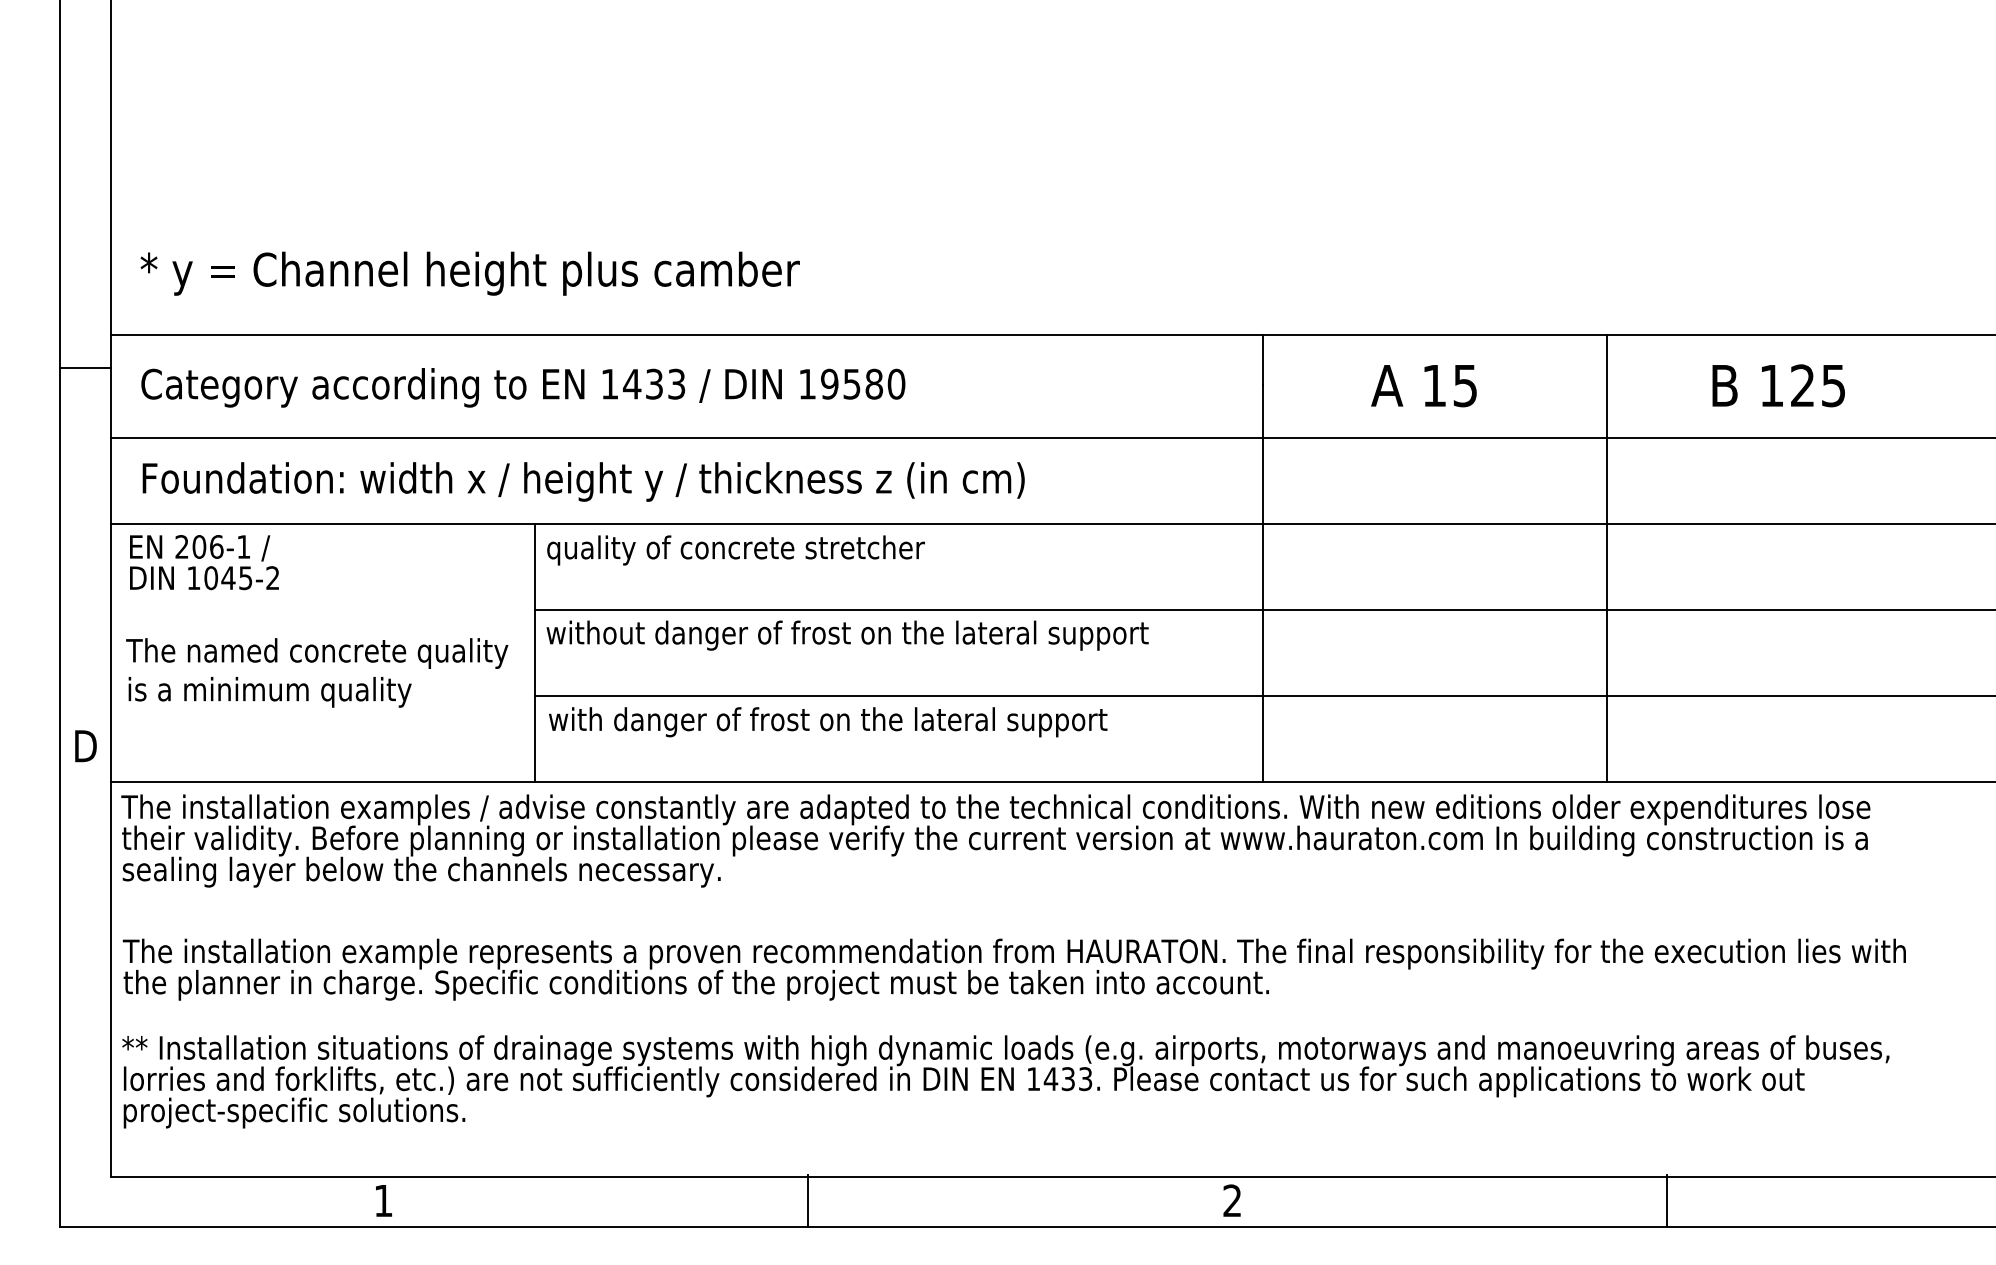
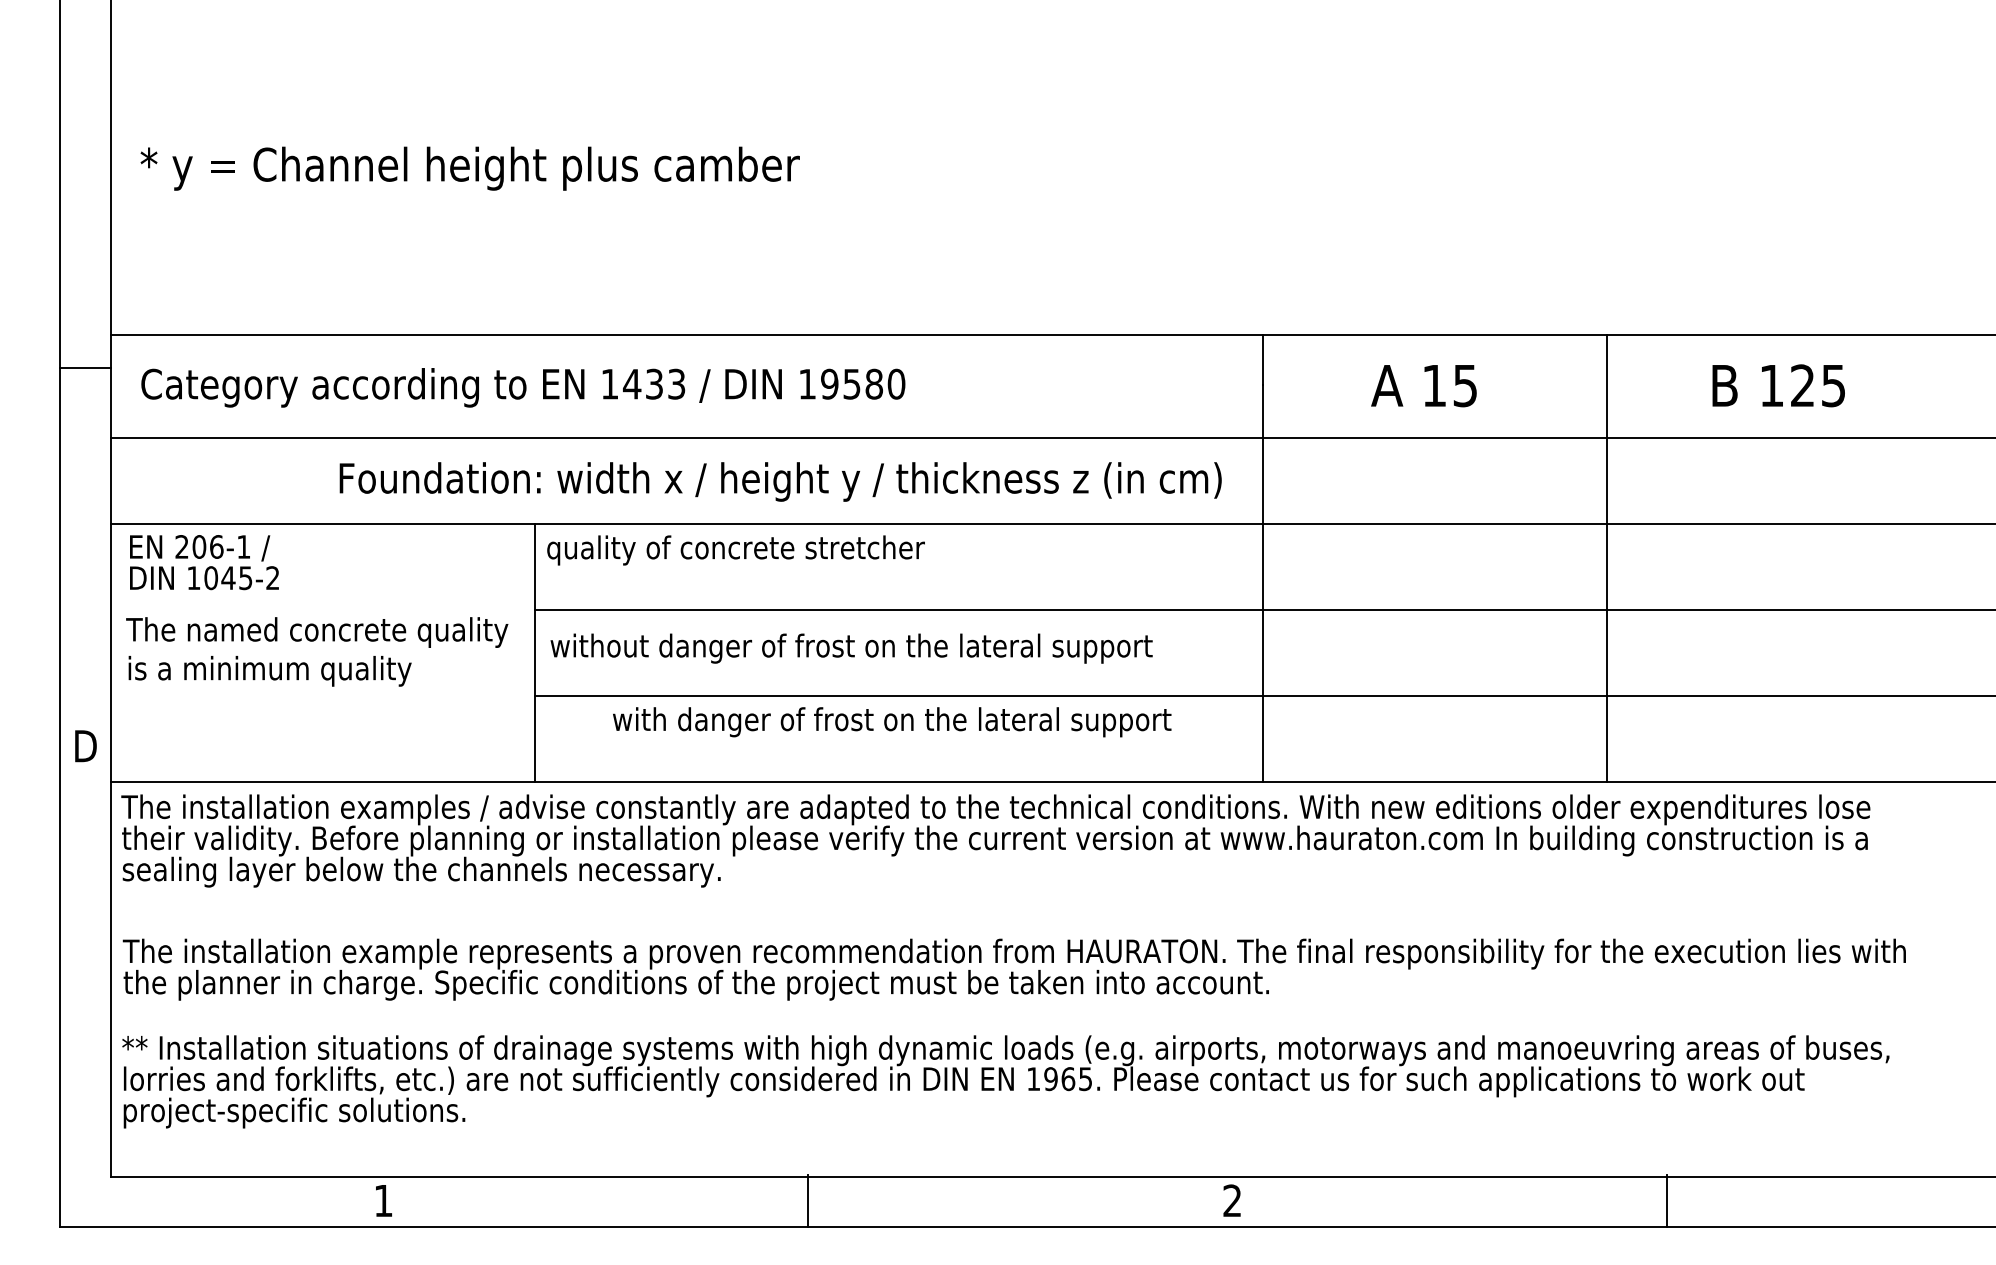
text at (469, 273) position: (469, 273) -> (469, 168)
text at (583, 481) position: (583, 481) -> (780, 481)
text at (847, 635) position: (847, 635) -> (851, 648)
text at (317, 672) position: (317, 672) -> (317, 651)
text at (828, 722) position: (828, 722) -> (892, 722)
text at (1067, 1079): 1433. -> 1965.
